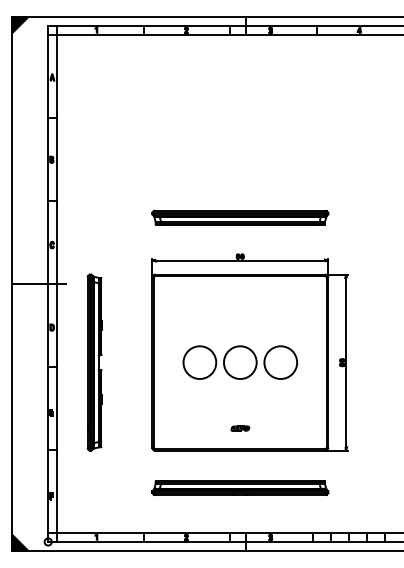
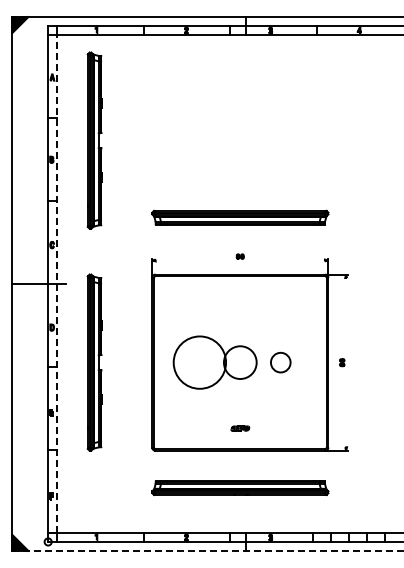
part at (94, 140): none -> present
line at (239, 260): present -> none
line at (57, 284): solid -> dashed
circle at (199, 362) diameter: 33 px -> 52 px
circle at (280, 362) diameter: 33 px -> 20 px
line at (346, 362): present -> none
line at (207, 550): solid -> dashed
